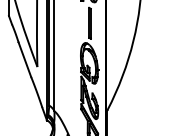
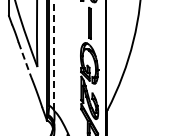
line at (54, 56): solid -> dashed
line at (25, 60): solid -> dashed
